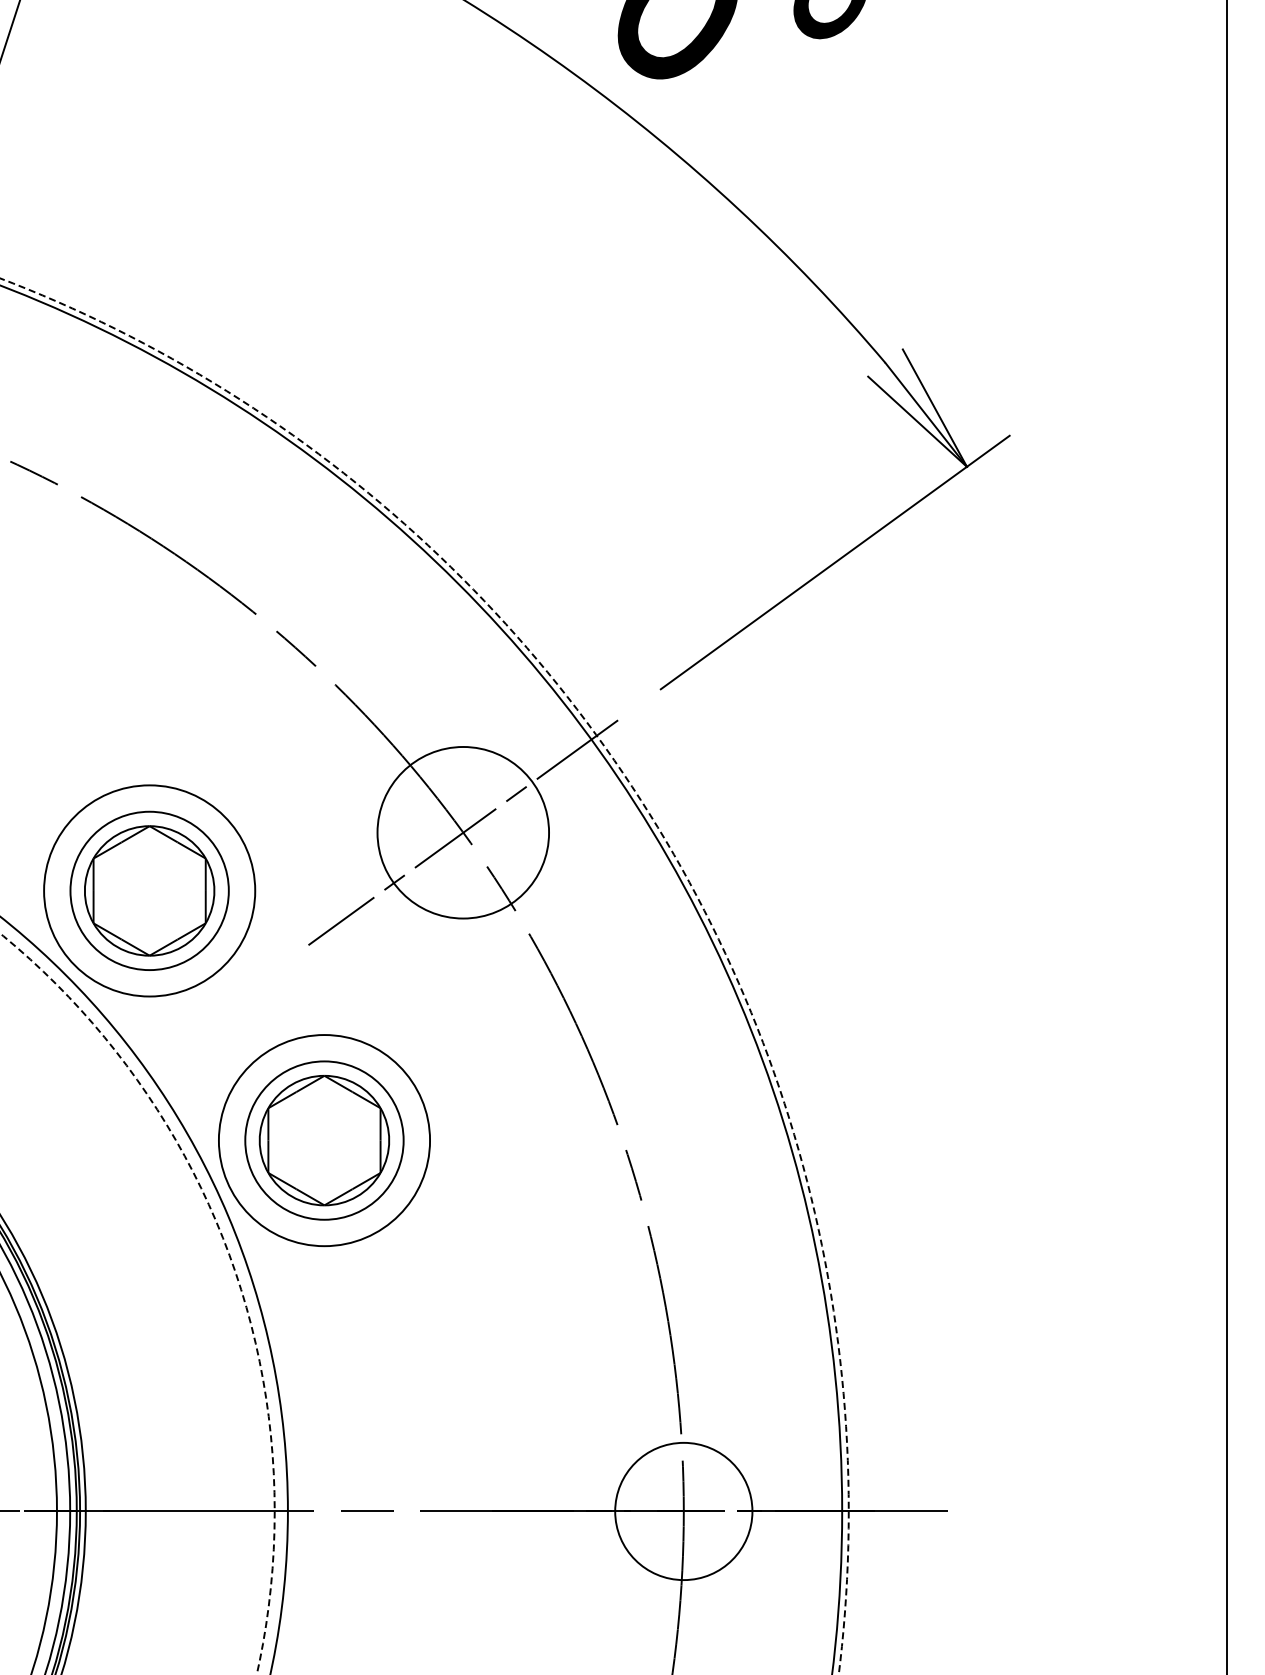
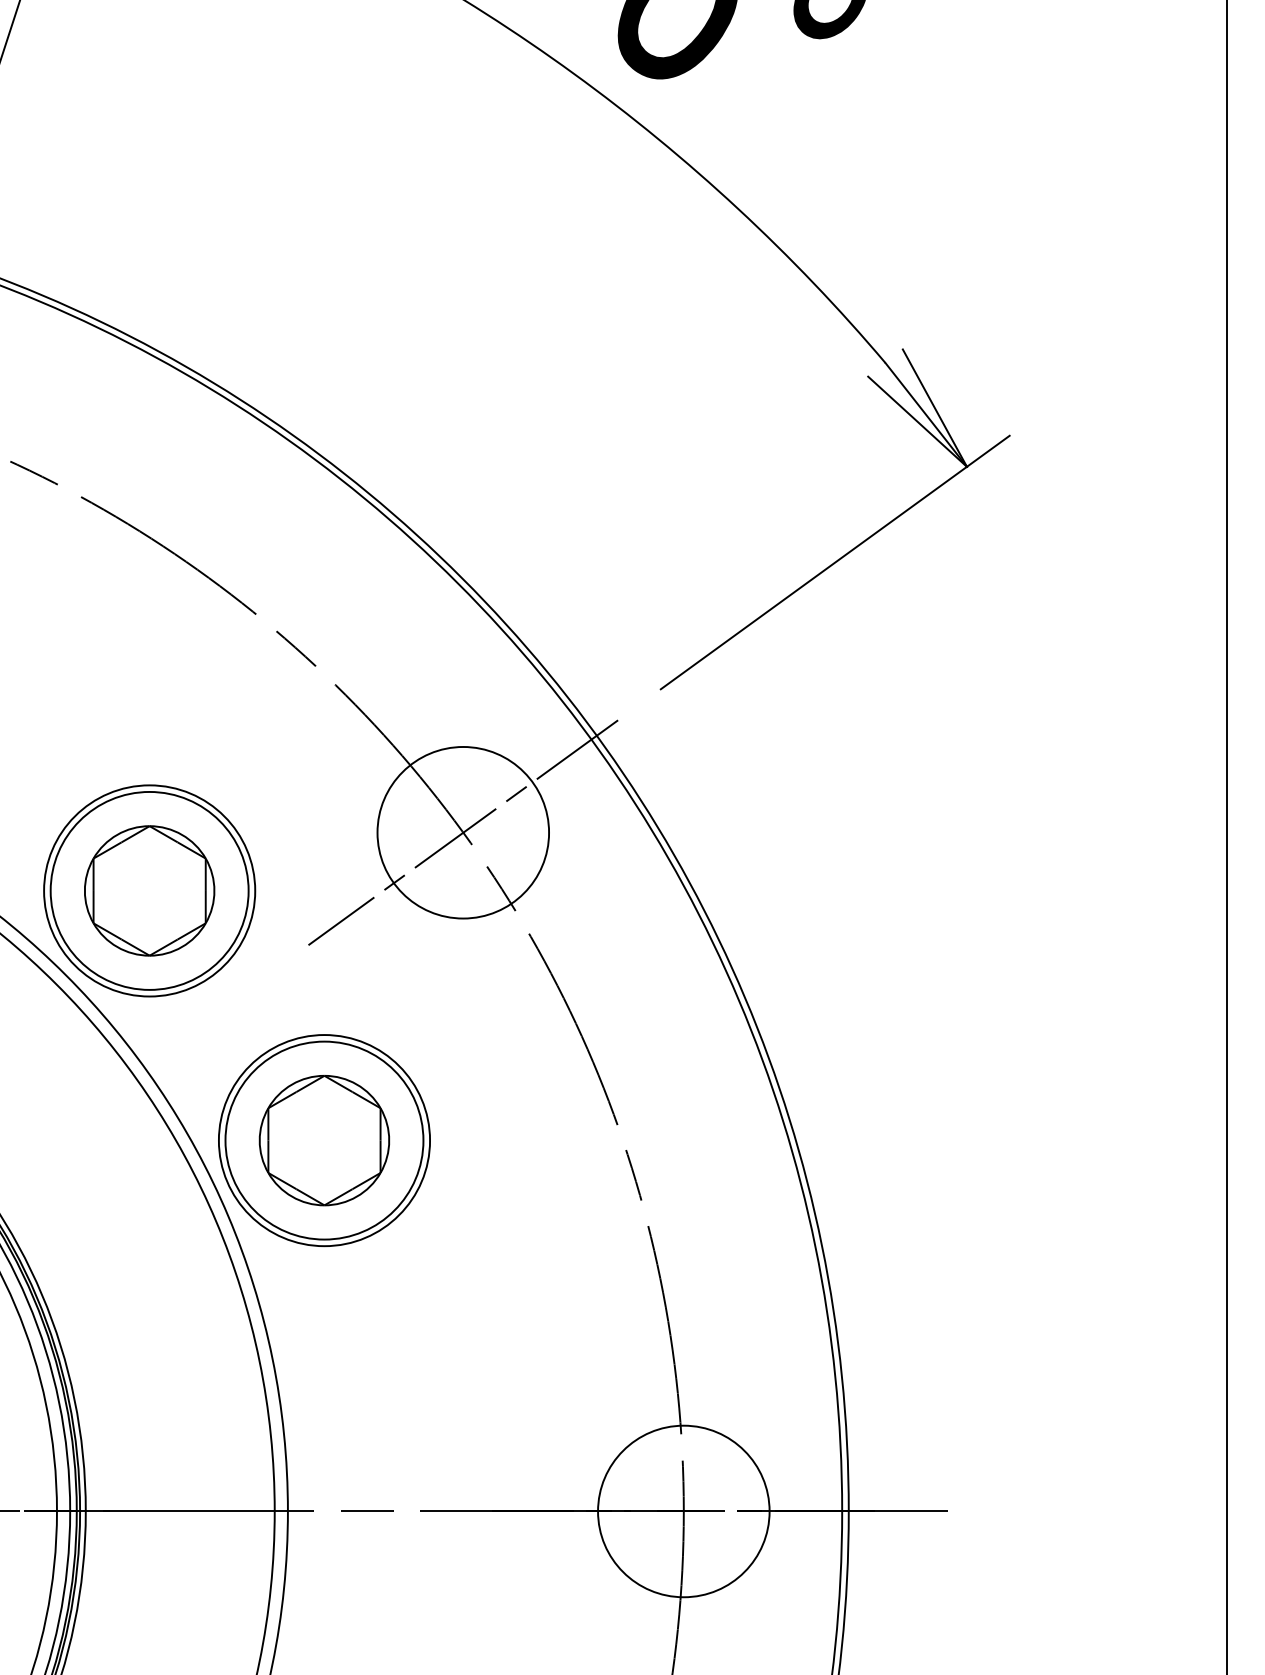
circle at (149, 890) diameter: 158 px -> 198 px
circle at (424, 976): dashed -> solid
circle at (324, 1140) diameter: 158 px -> 198 px
circle at (137, 1303): dashed -> solid
circle at (683, 1511) diameter: 137 px -> 172 px
